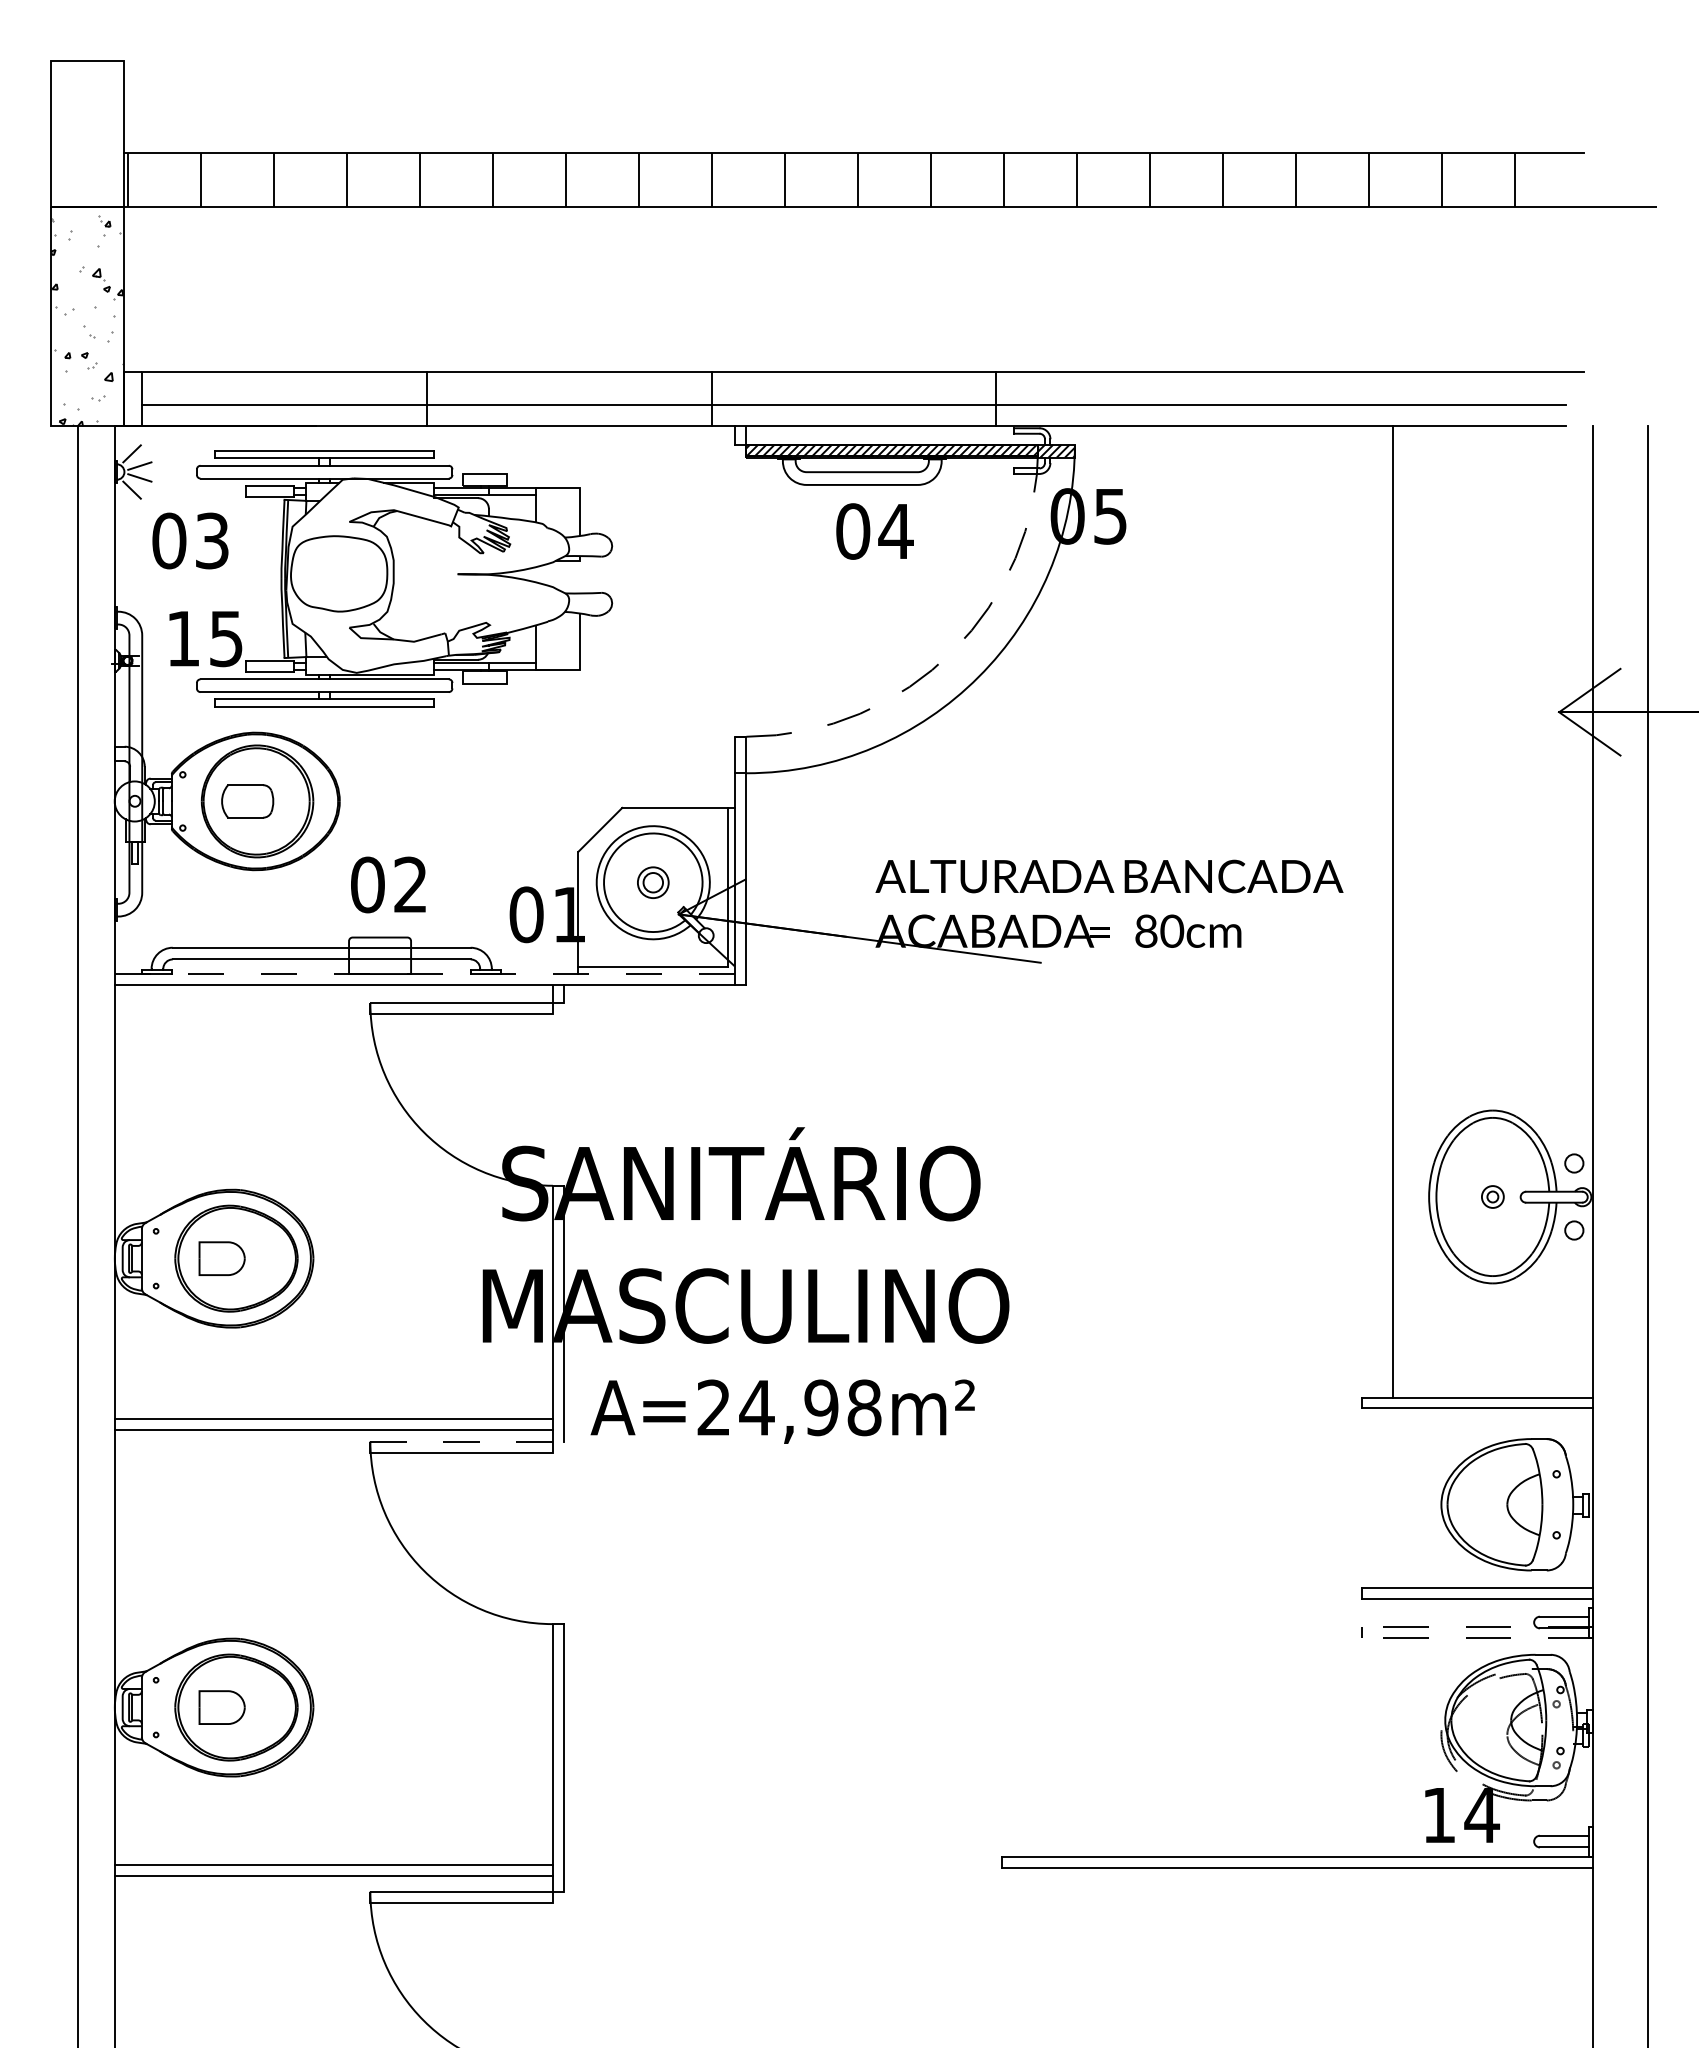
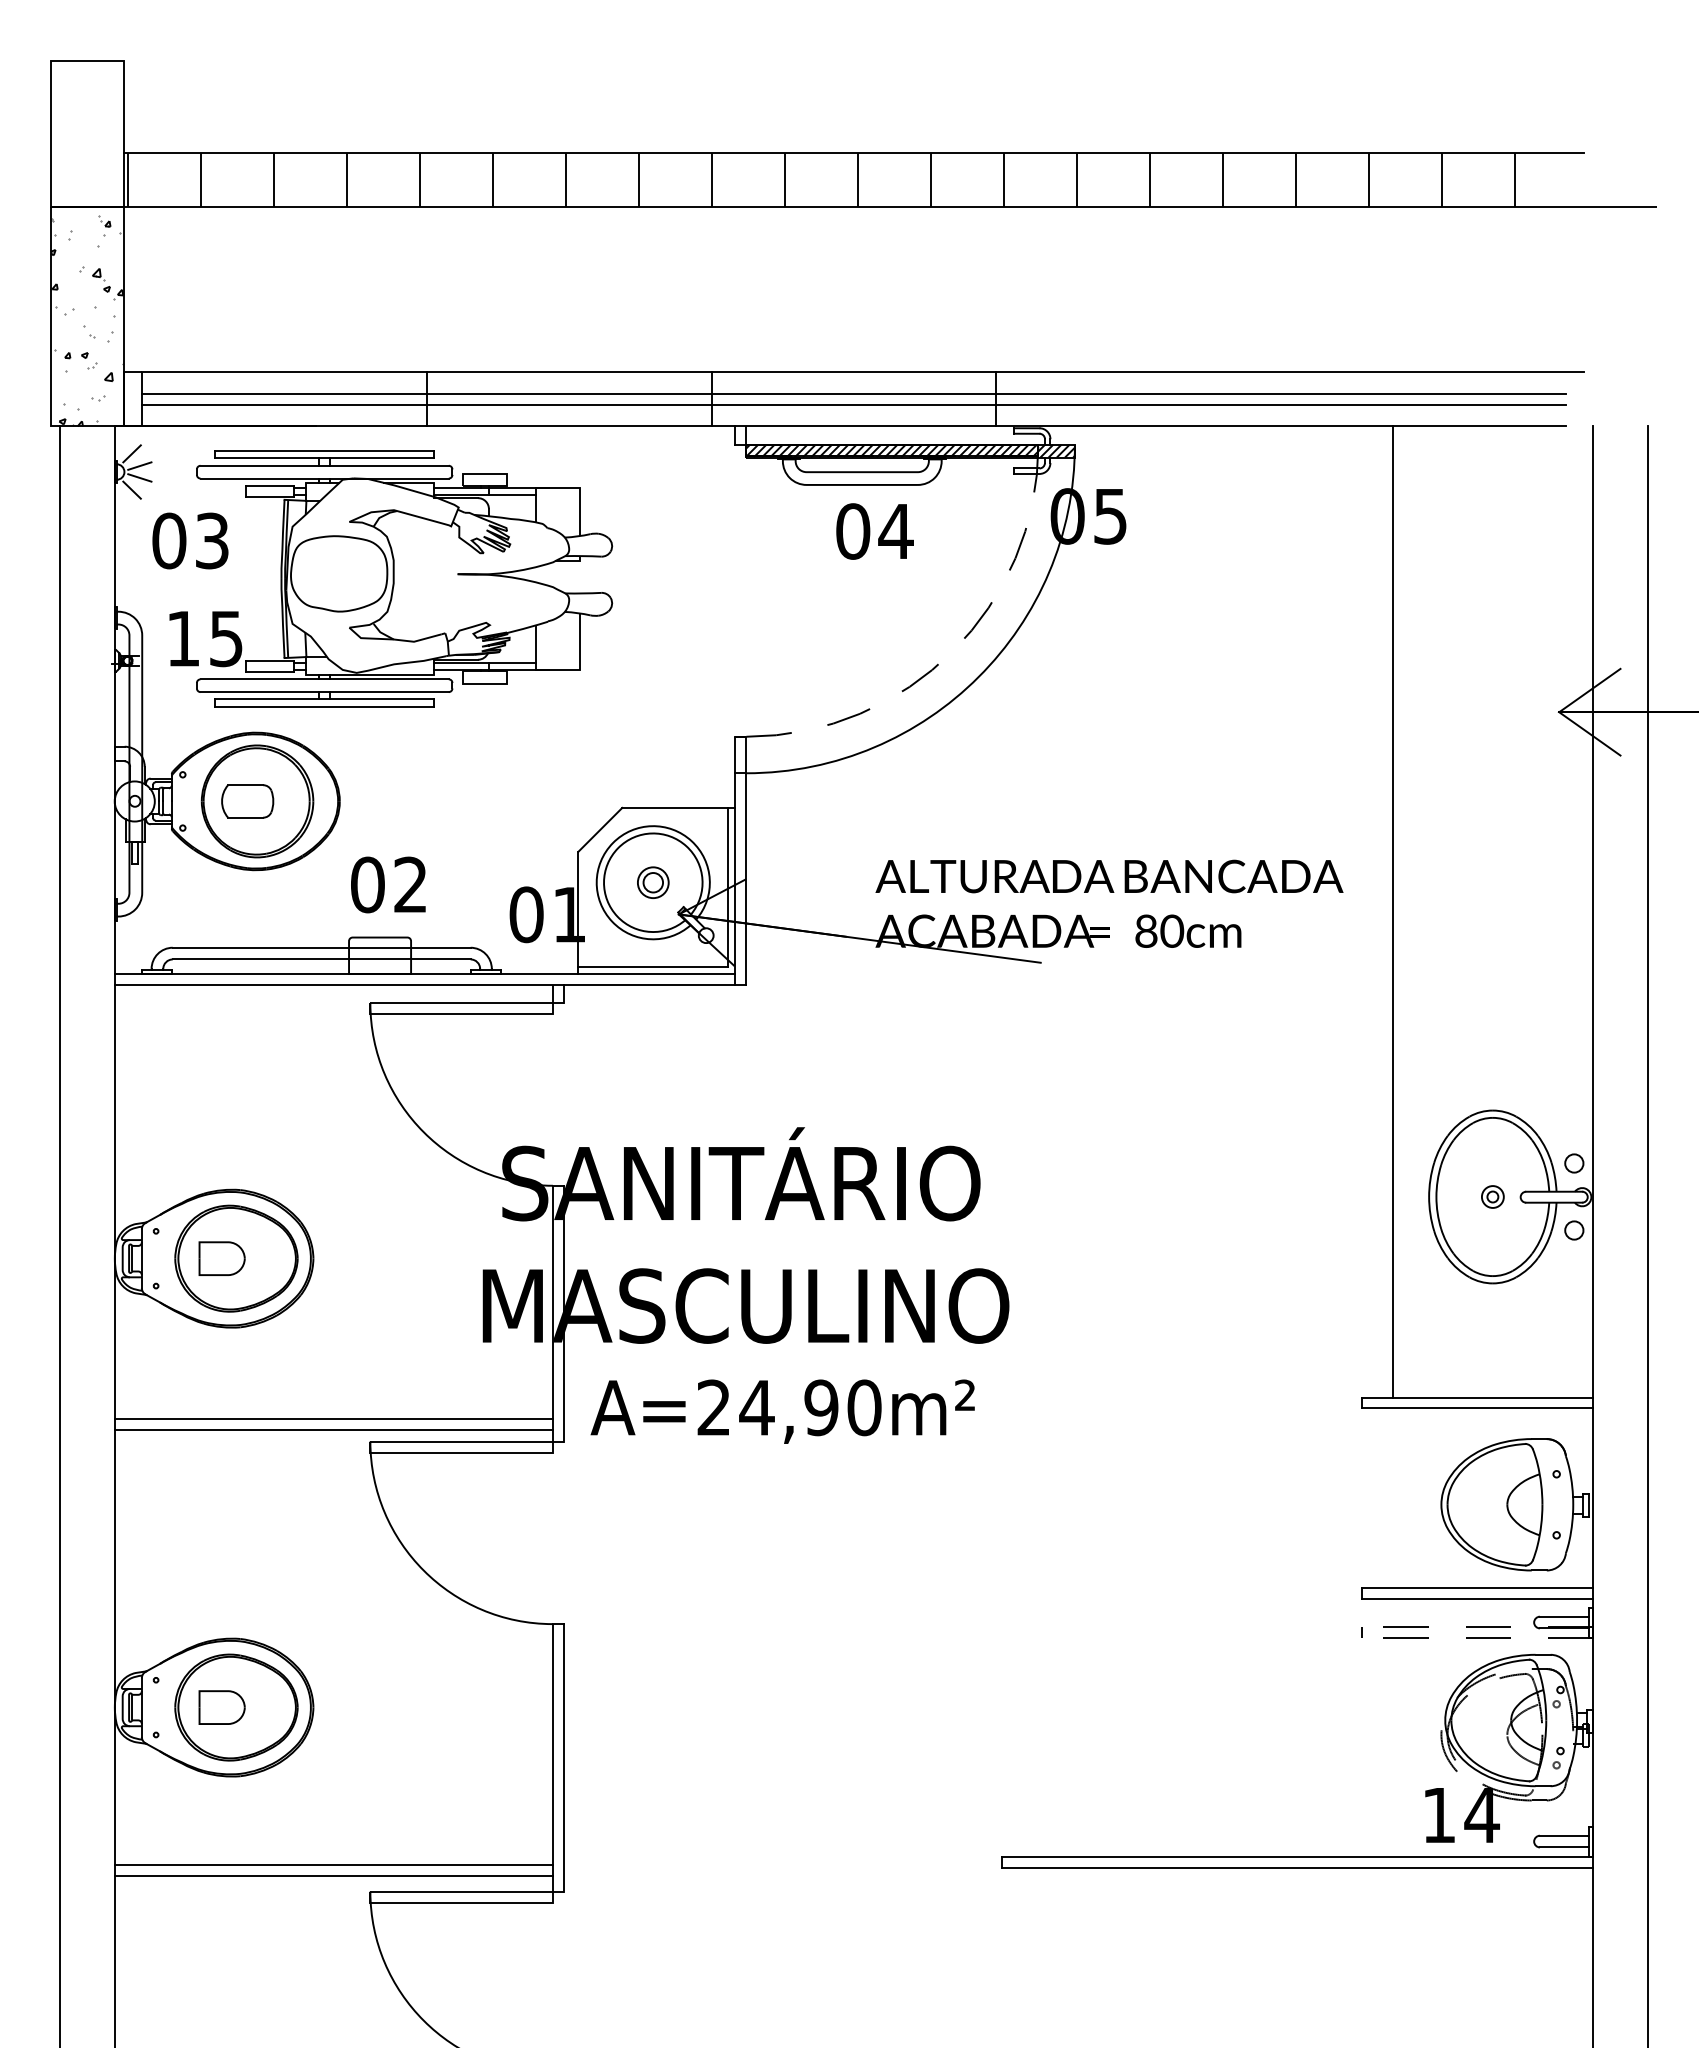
line at (853, 393): none -> present
line at (424, 974): dashed -> solid
line at (78, 1235) position: (78, 1235) -> (60, 1235)
text at (864, 1407): A=24,98m² -> A=24,90m²
line at (467, 1441): dashed -> solid
